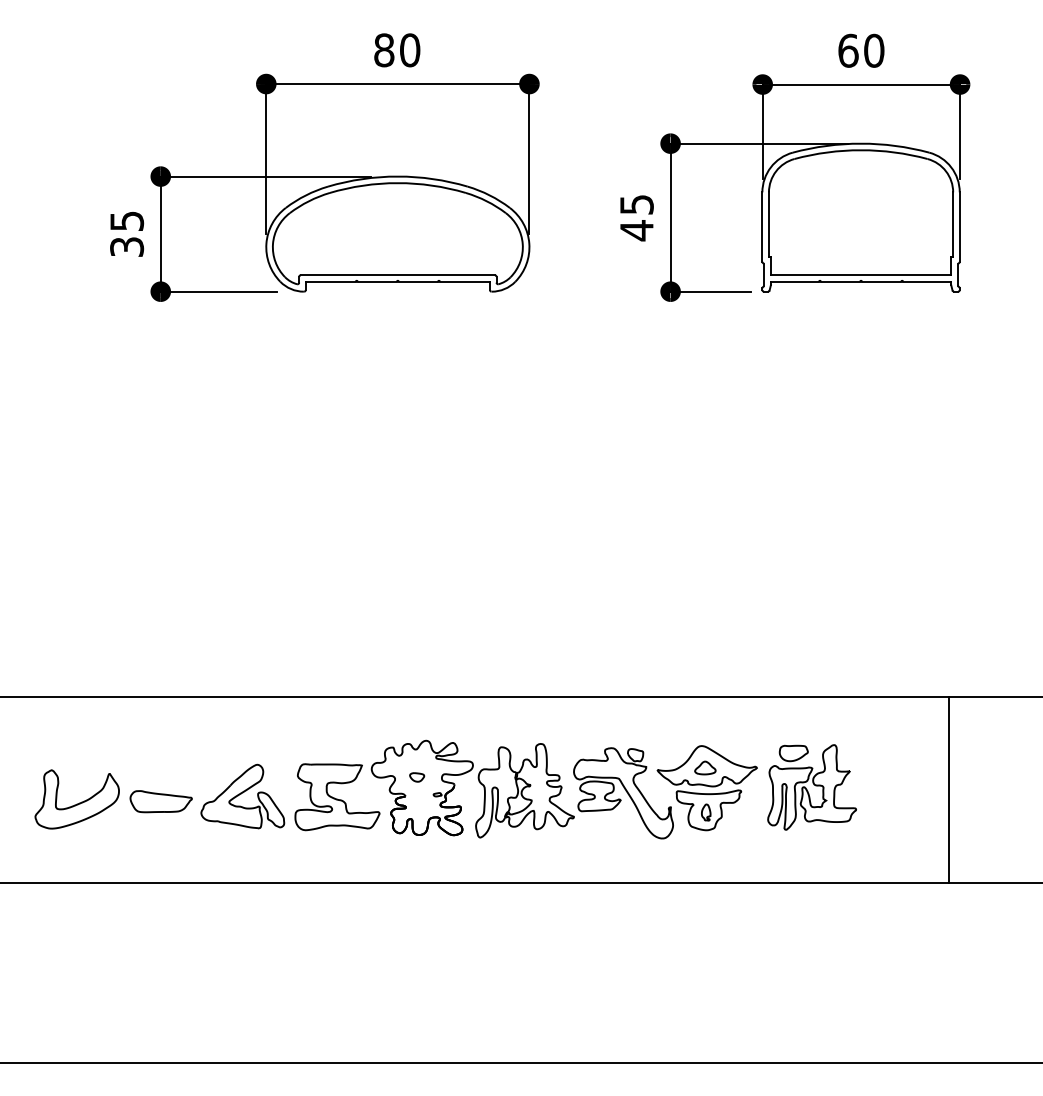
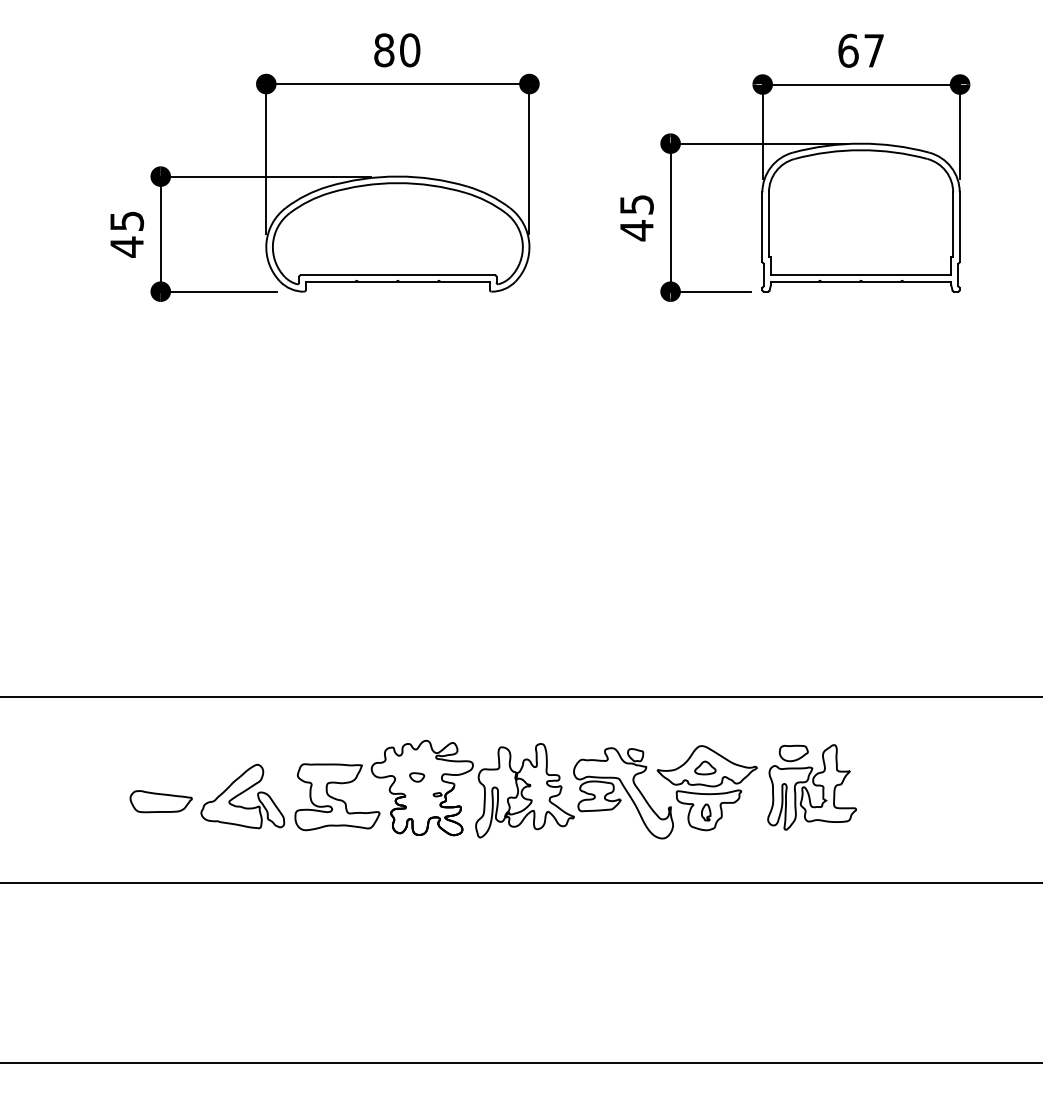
text at (874, 50): 60 -> 67
text at (127, 246): 35 -> 45
line at (949, 789): present -> none
part at (76, 799): present -> none
